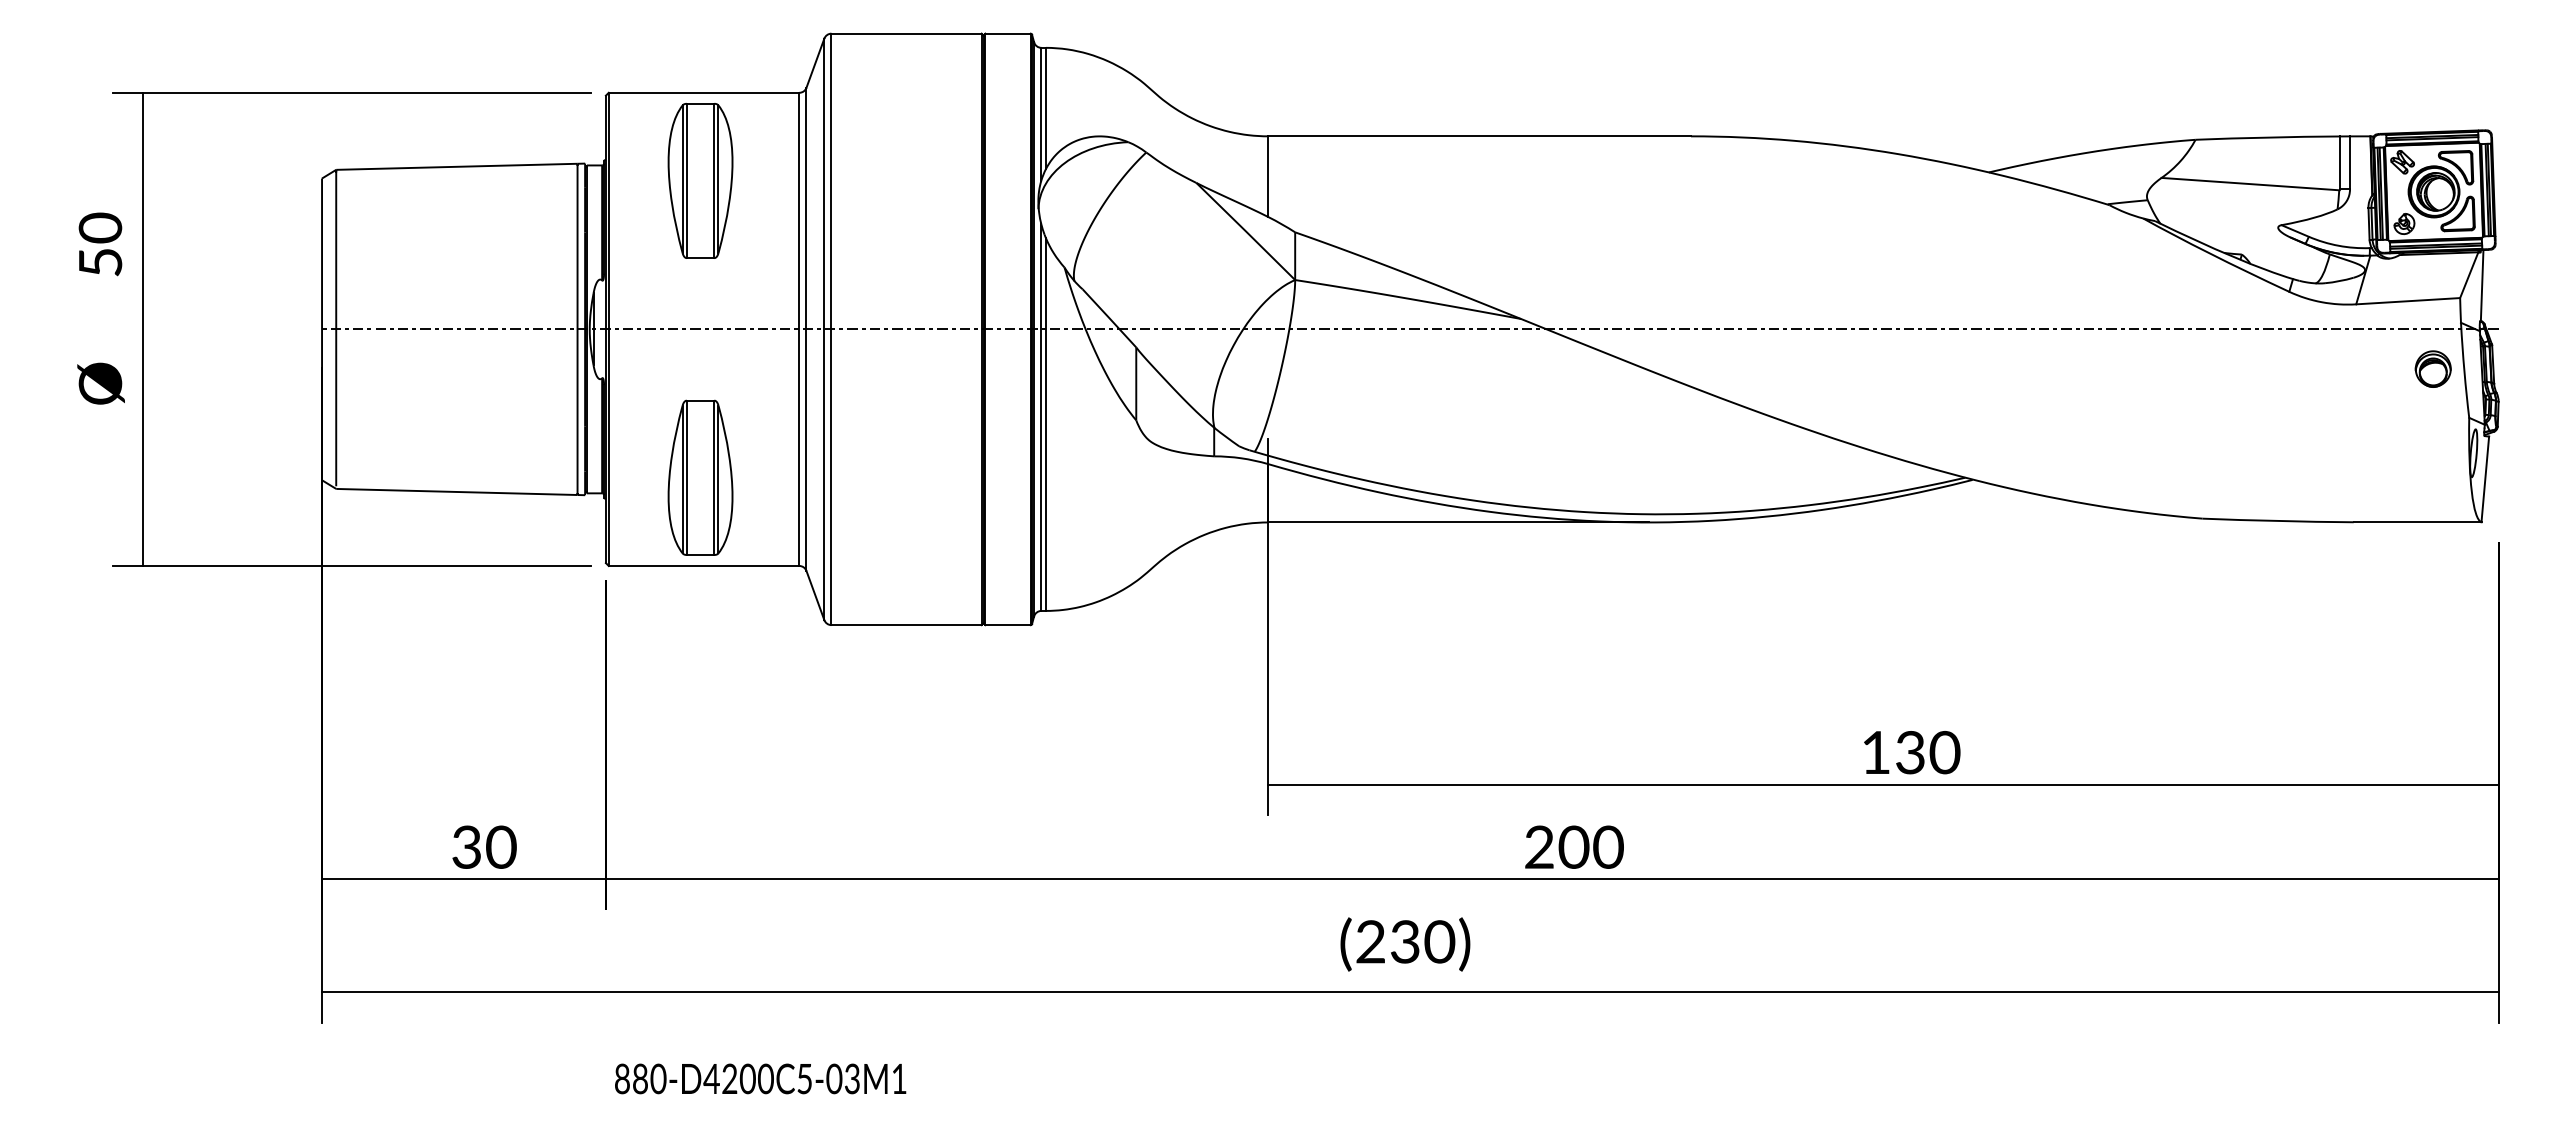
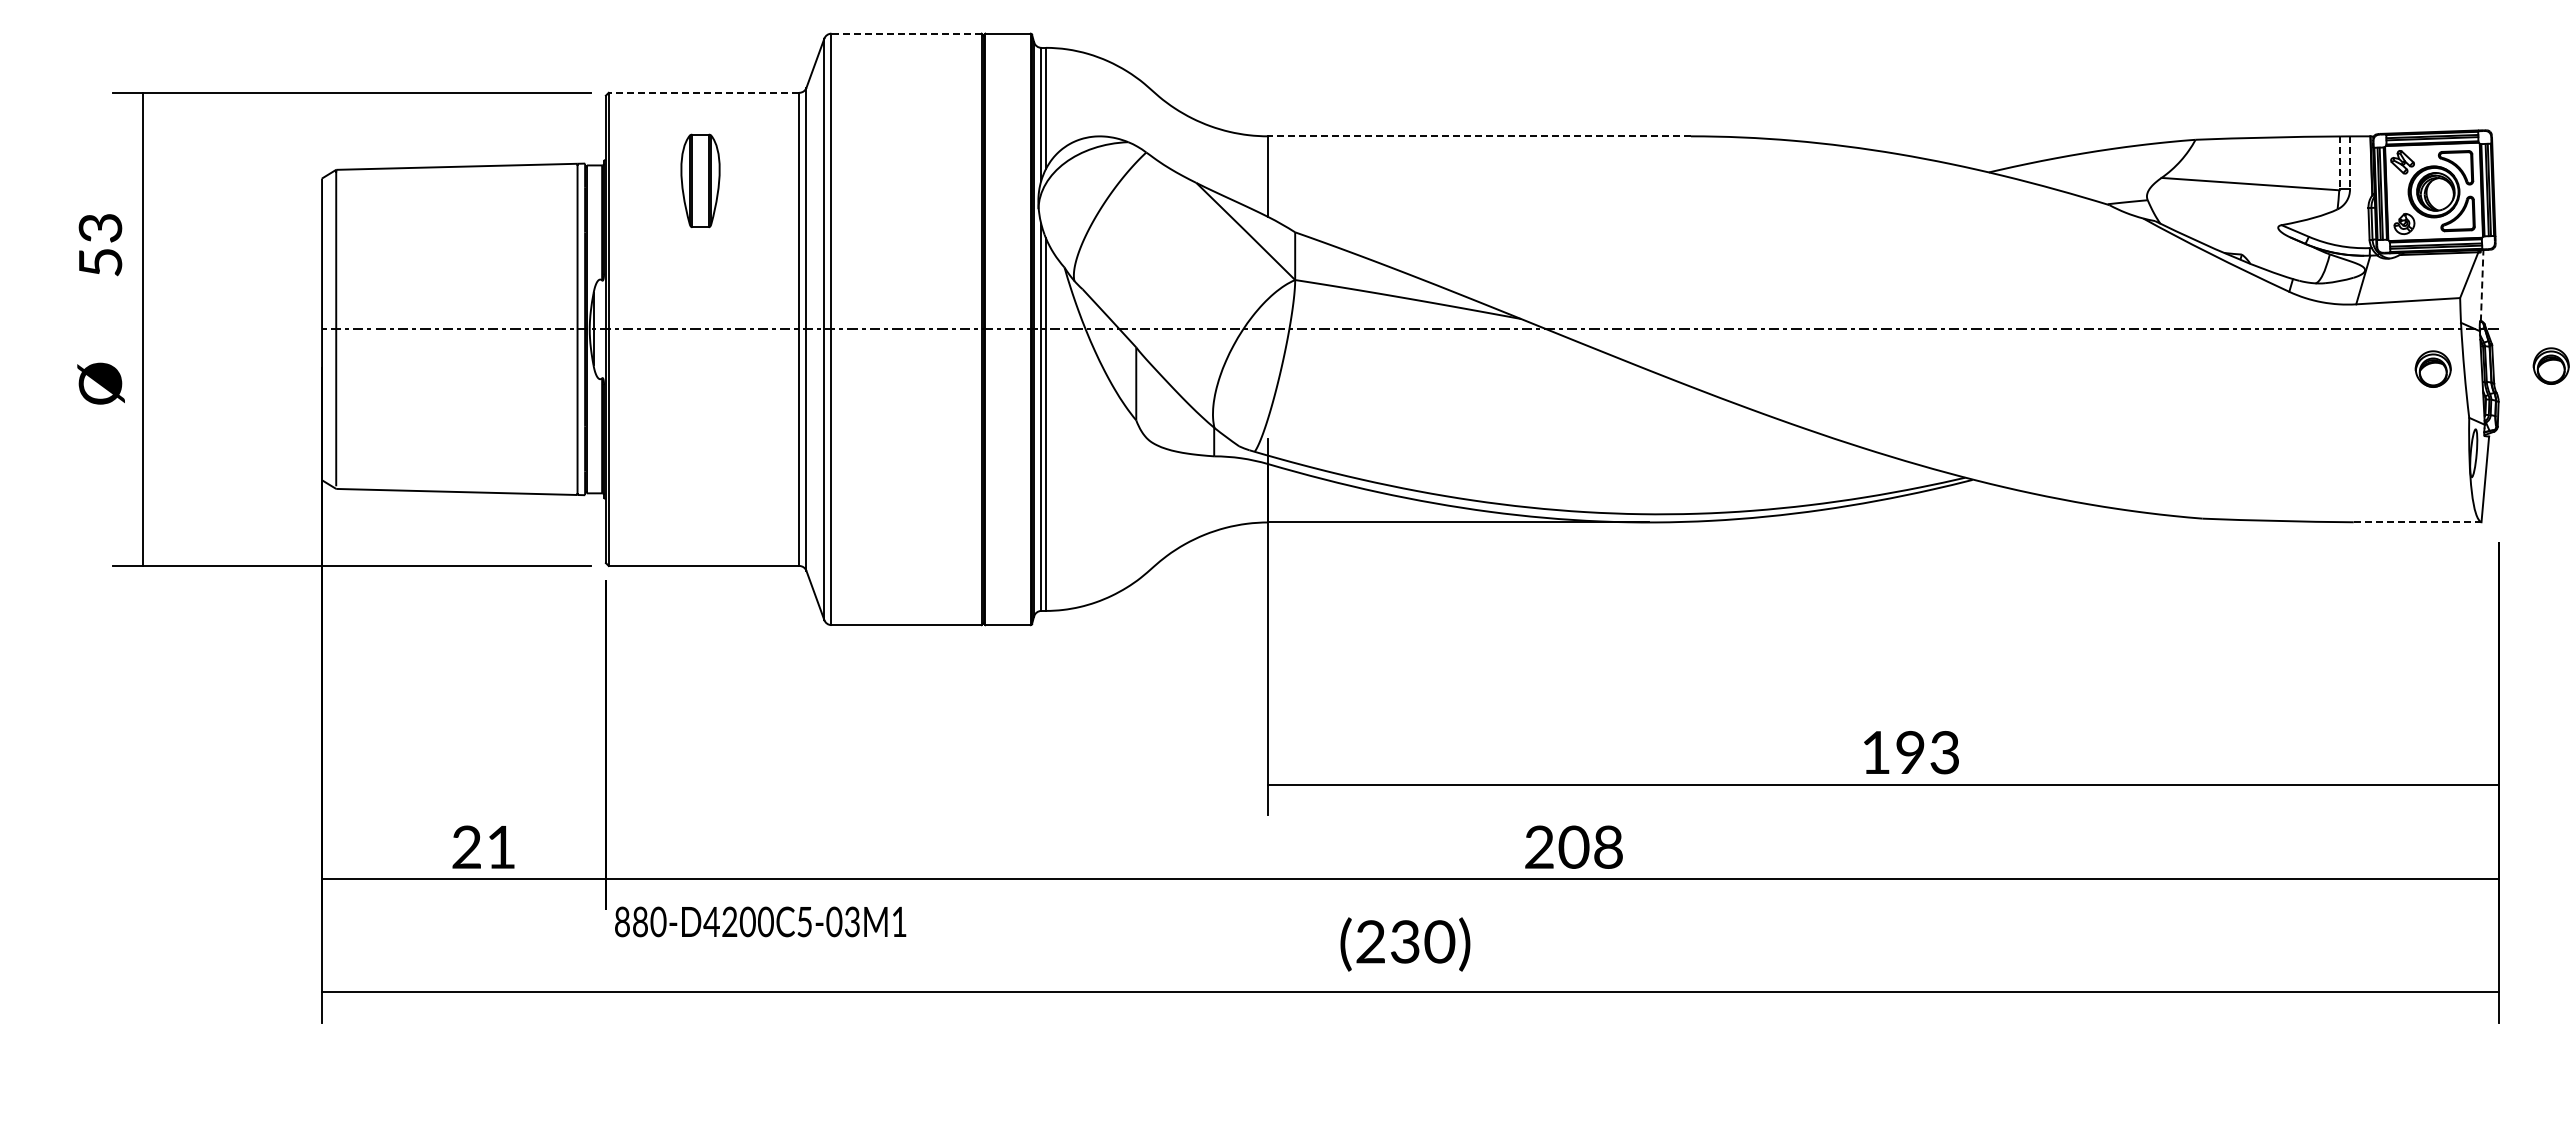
line at (906, 33): solid -> dashed
line at (703, 92): solid -> dashed
line at (1479, 136): solid -> dashed
line at (2340, 163): solid -> dashed
line at (2350, 163): solid -> dashed
part at (700, 180) size: 67x156 px -> 41x96 px
text at (100, 227): 50 -> 53
line at (2482, 285): solid -> dashed
part at (2550, 365): none -> present
part at (700, 477): present -> none
line at (2417, 522): solid -> dashed
text at (1928, 752): 130 -> 193
text at (484, 846): 30 -> 21
text at (1608, 846): 200 -> 208
text at (760, 1078) position: (760, 1078) -> (760, 921)
